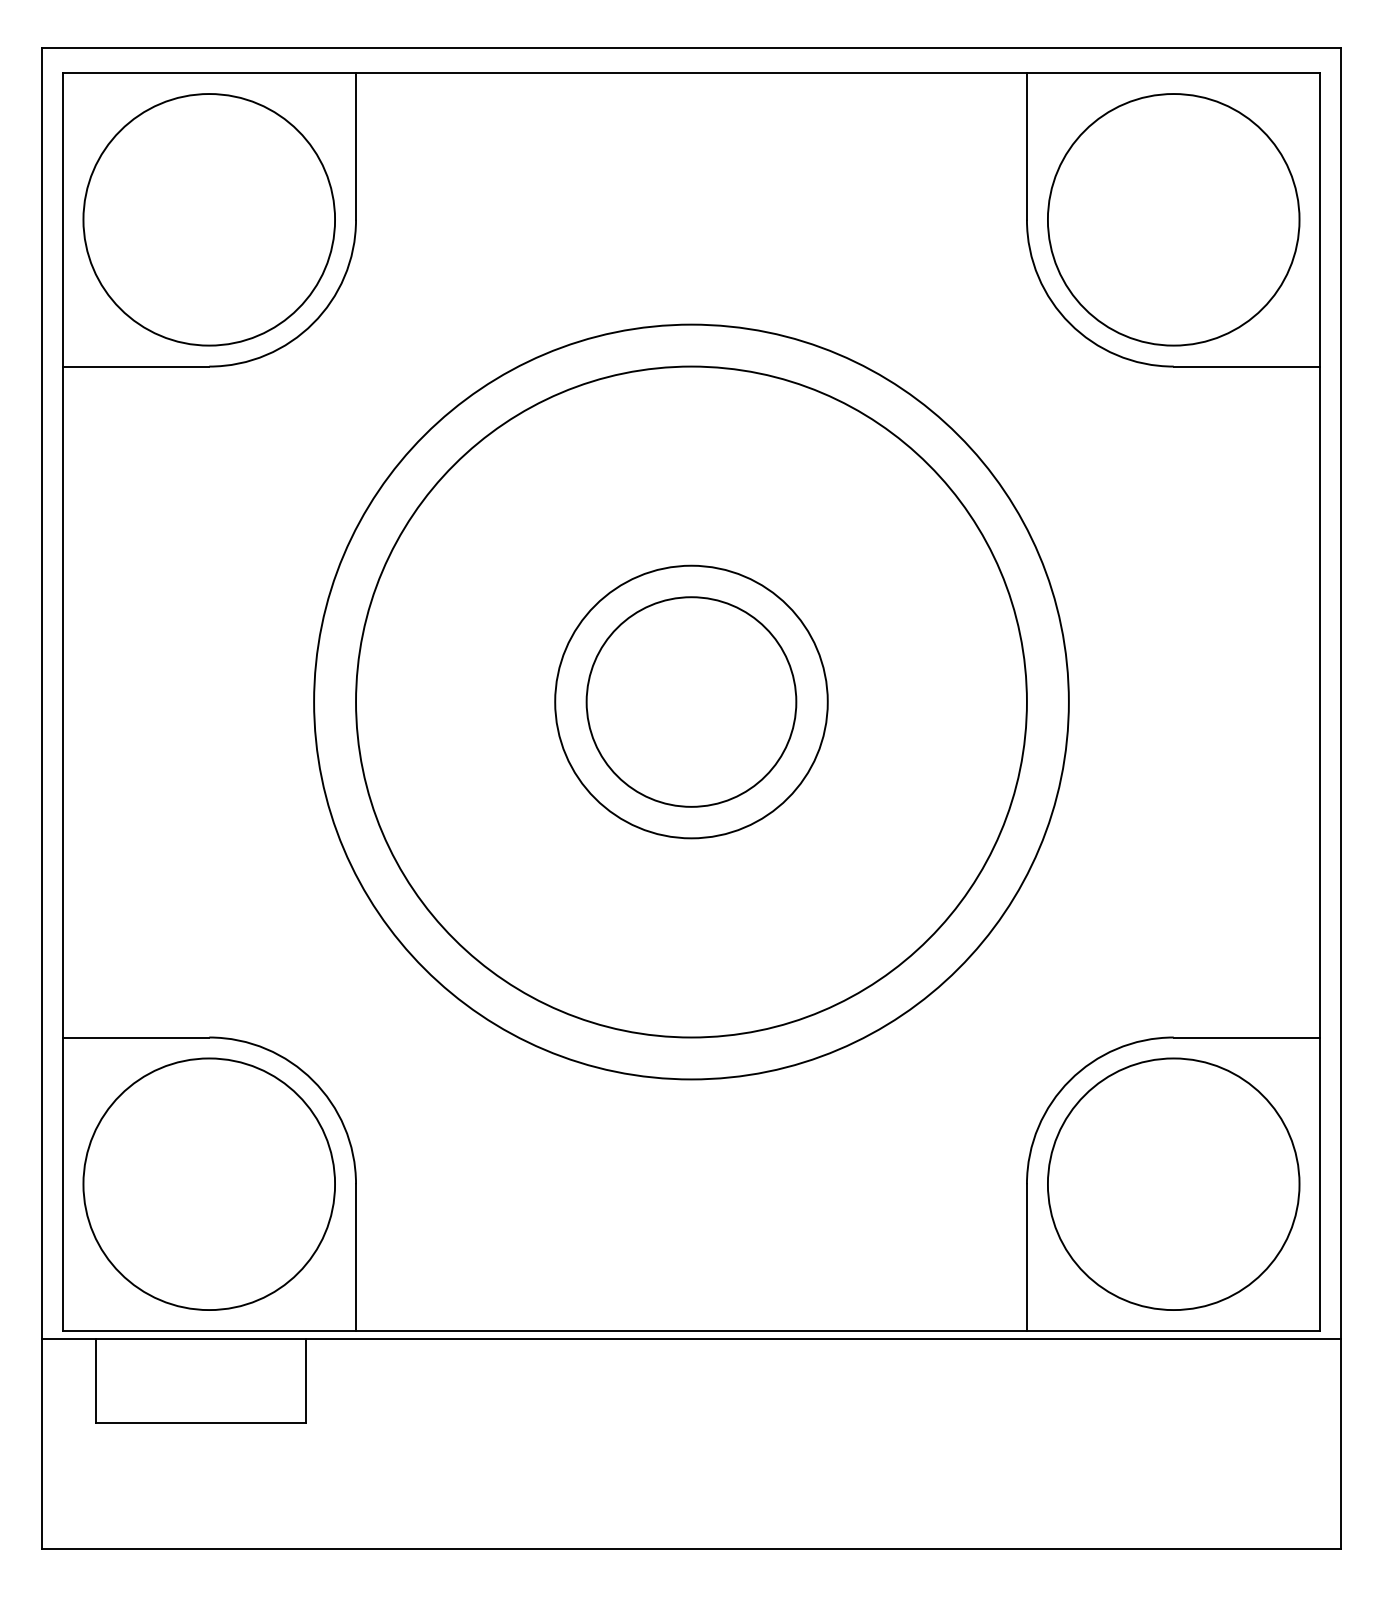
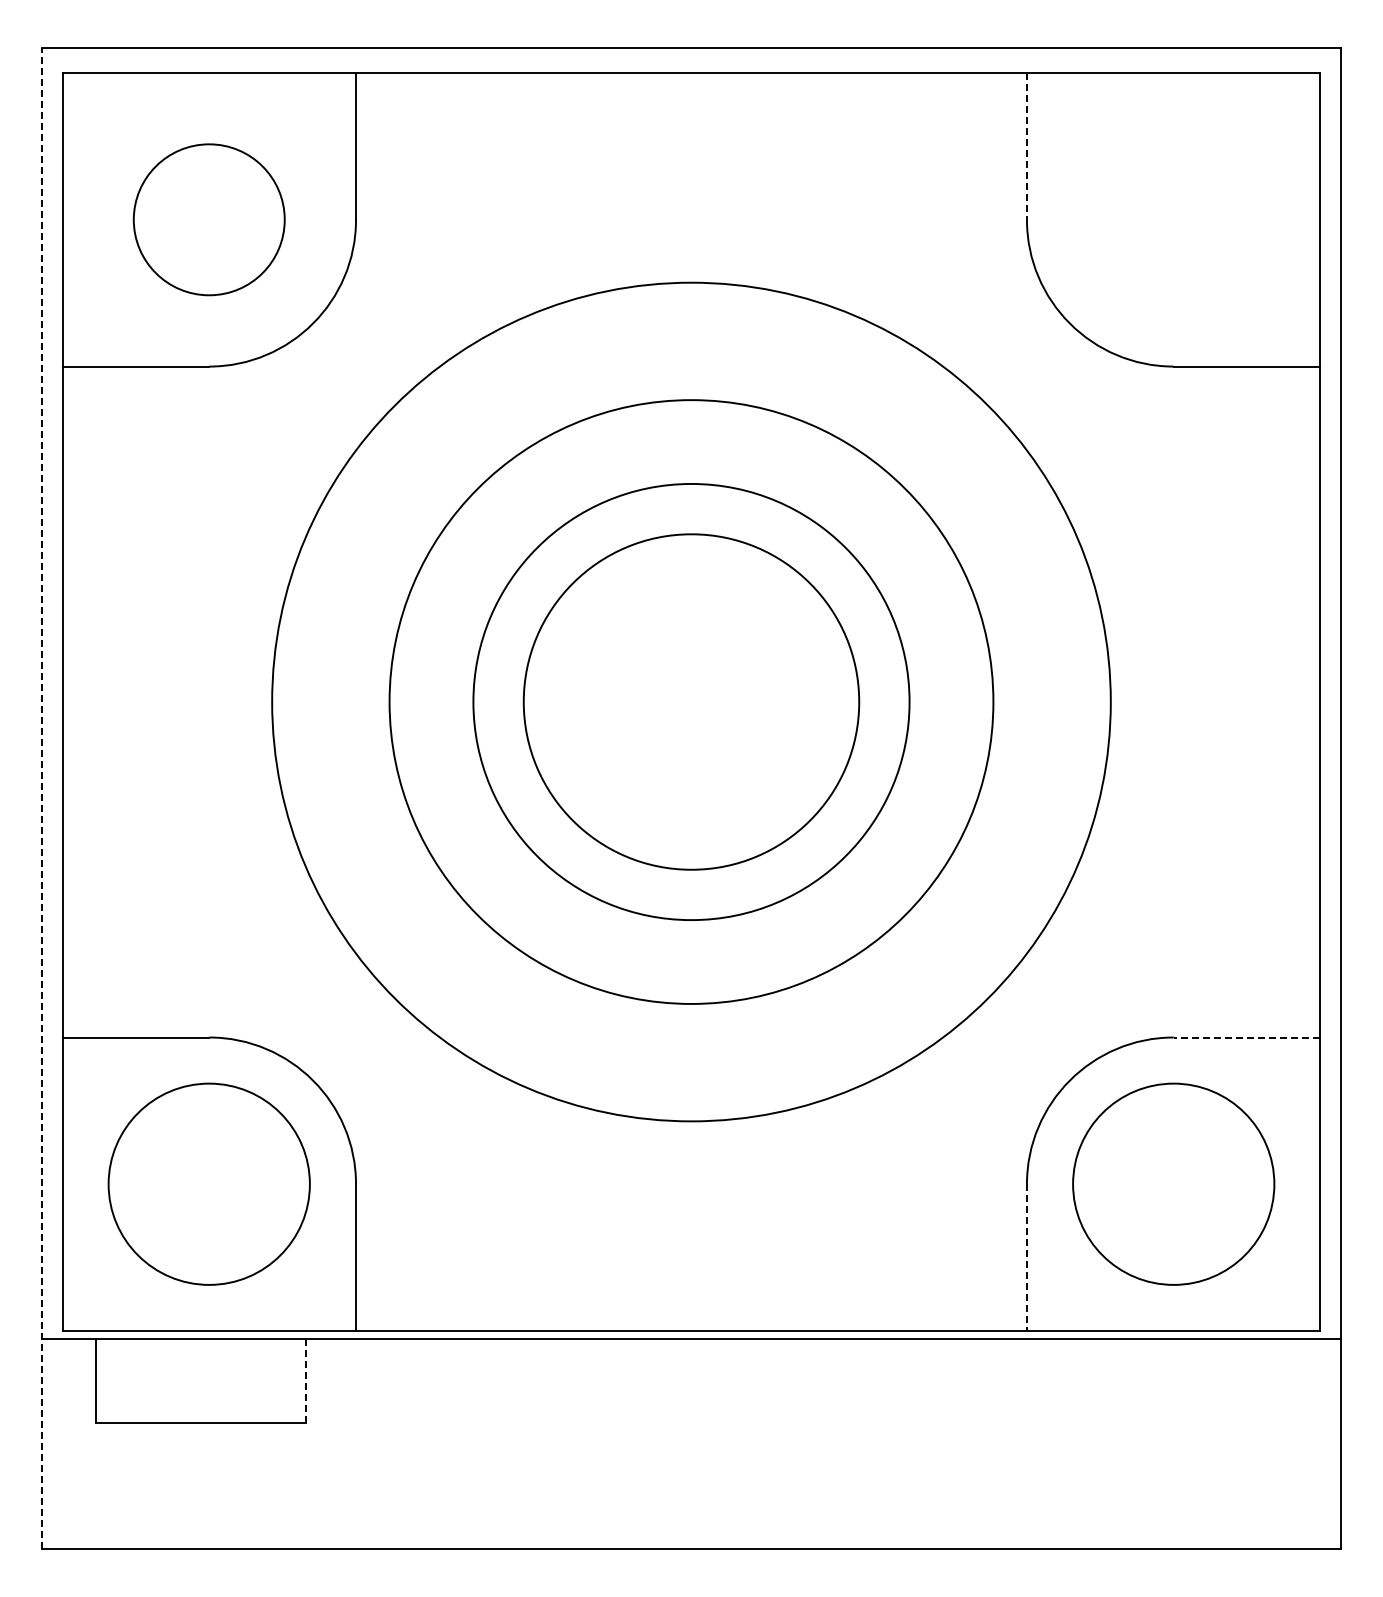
line at (1026, 146): solid -> dashed
circle at (209, 219) diameter: 252 px -> 151 px
circle at (1173, 219): present -> none
circle at (691, 701) diameter: 210 px -> 335 px
circle at (691, 701) diameter: 273 px -> 436 px
circle at (691, 701) diameter: 671 px -> 839 px
circle at (691, 701) diameter: 755 px -> 604 px
line at (41, 798): solid -> dashed
line at (1246, 1037): solid -> dashed
circle at (209, 1184) diameter: 252 px -> 201 px
circle at (1173, 1184) diameter: 252 px -> 201 px
line at (1026, 1258): solid -> dashed
line at (305, 1381): solid -> dashed
